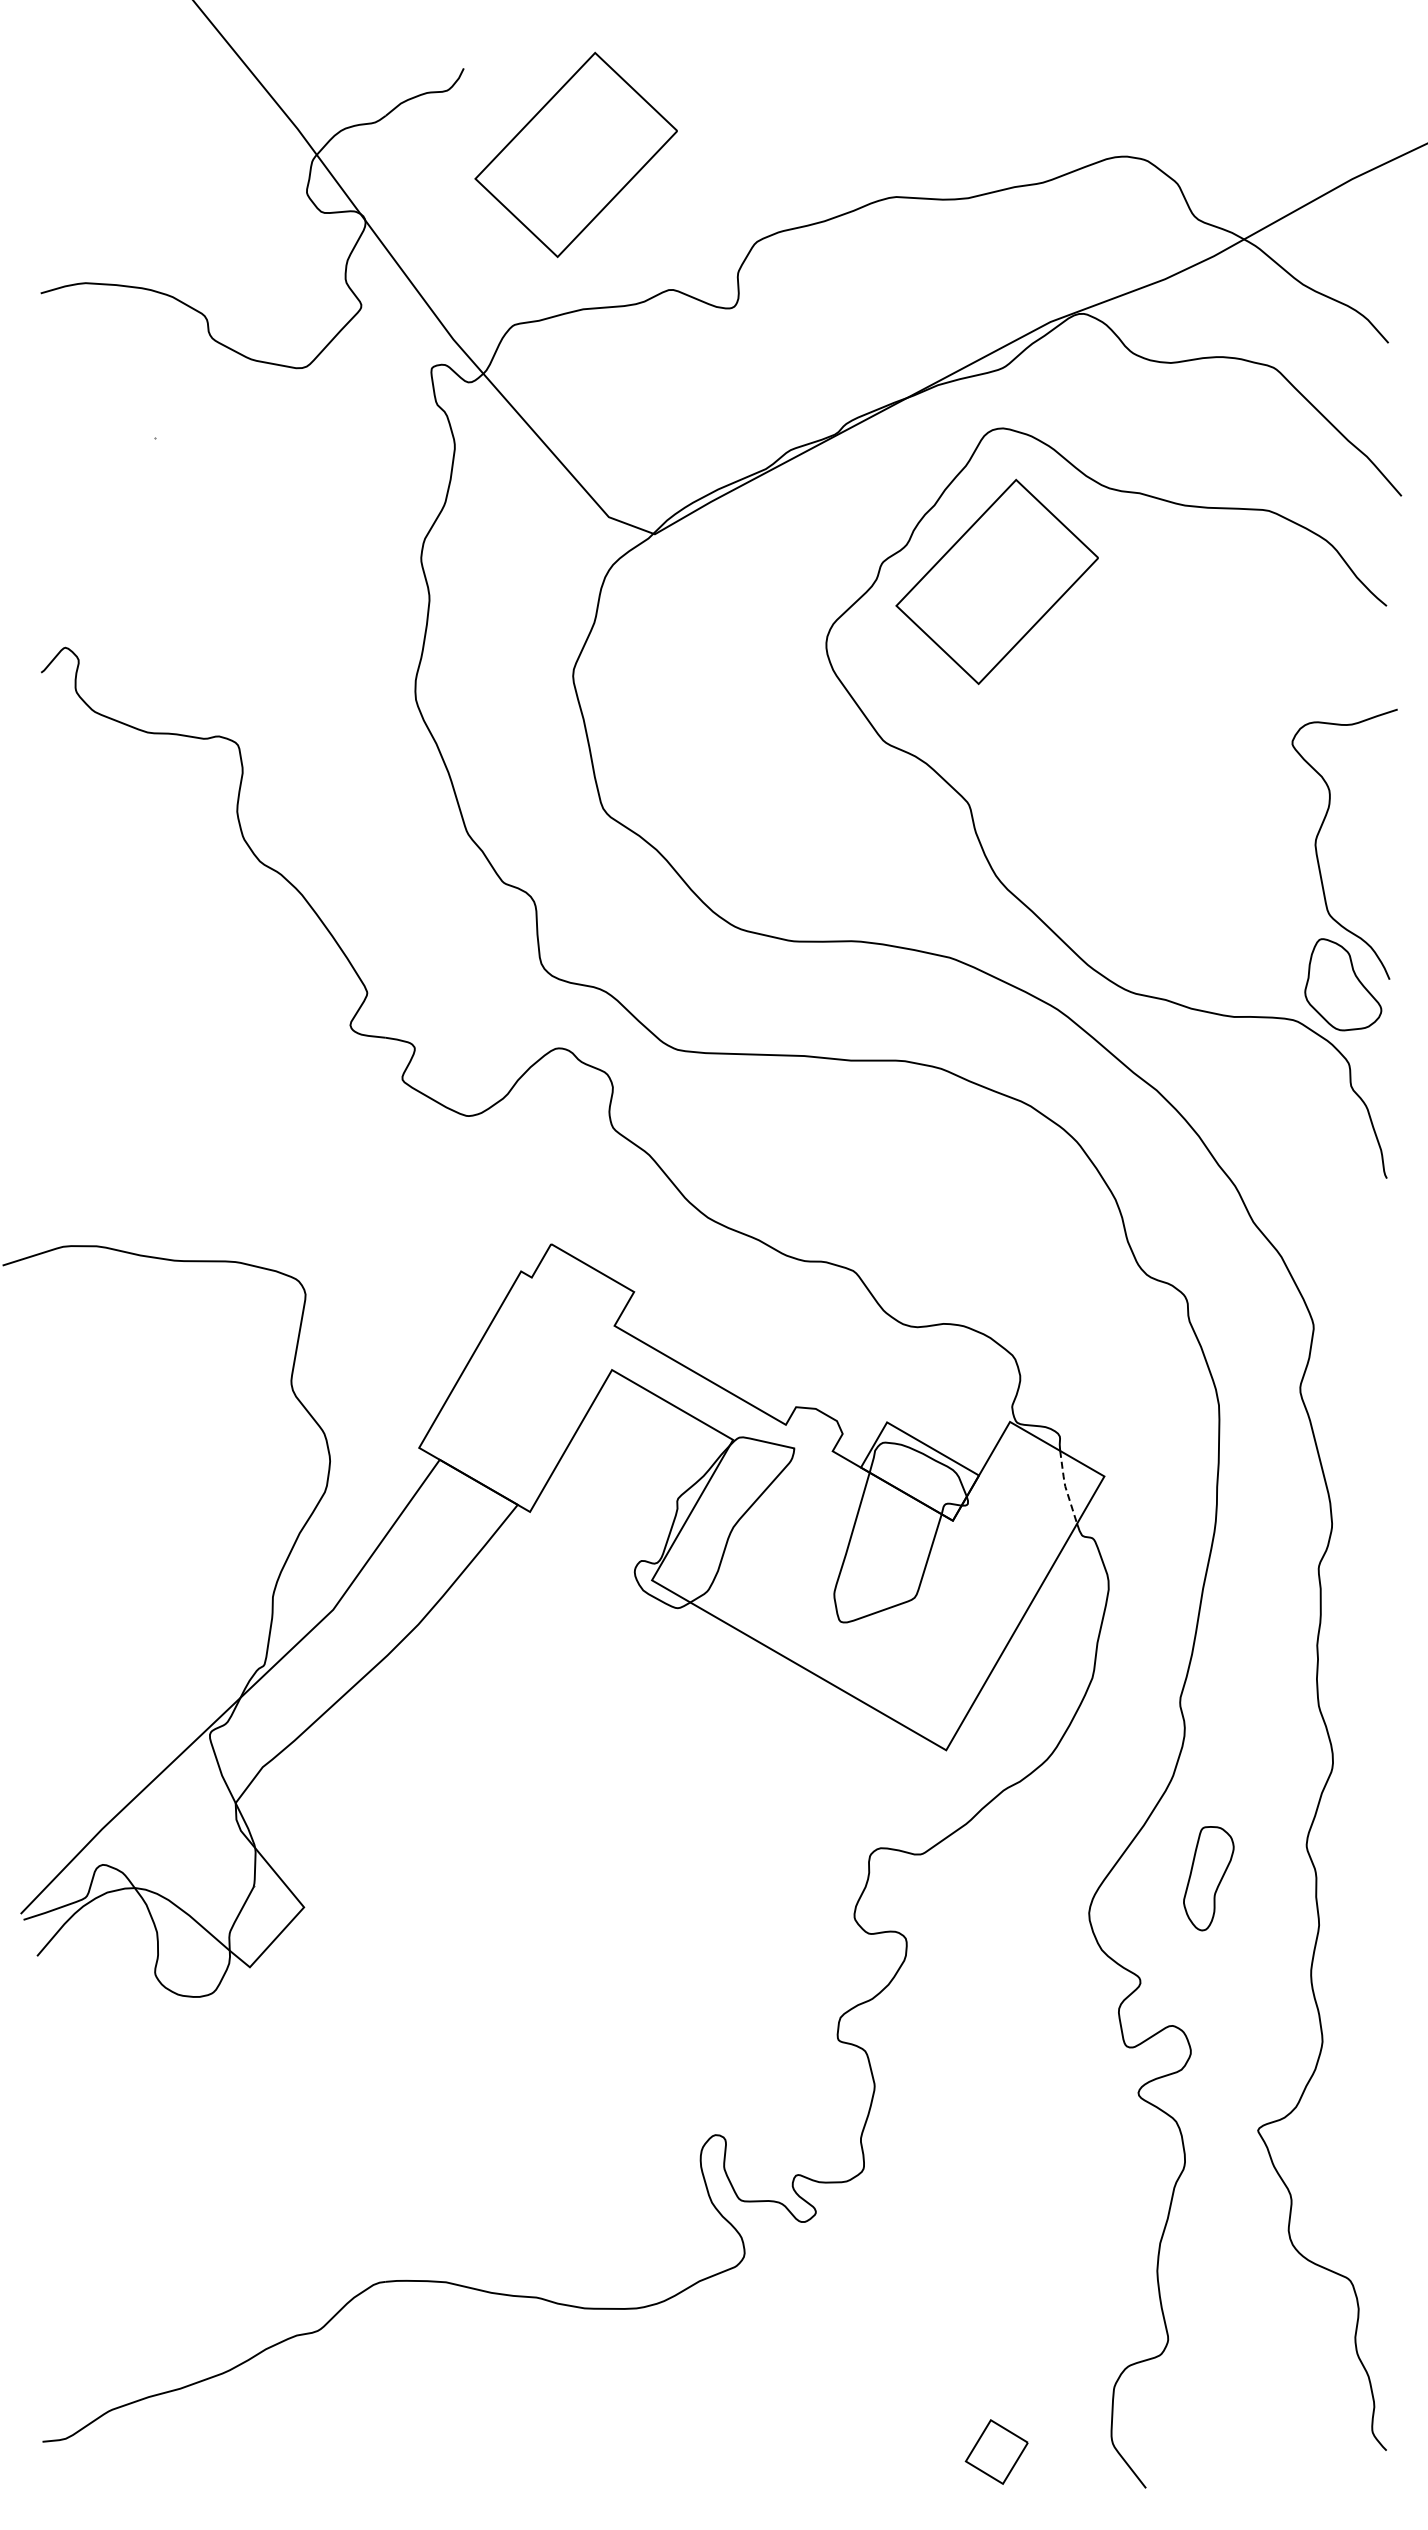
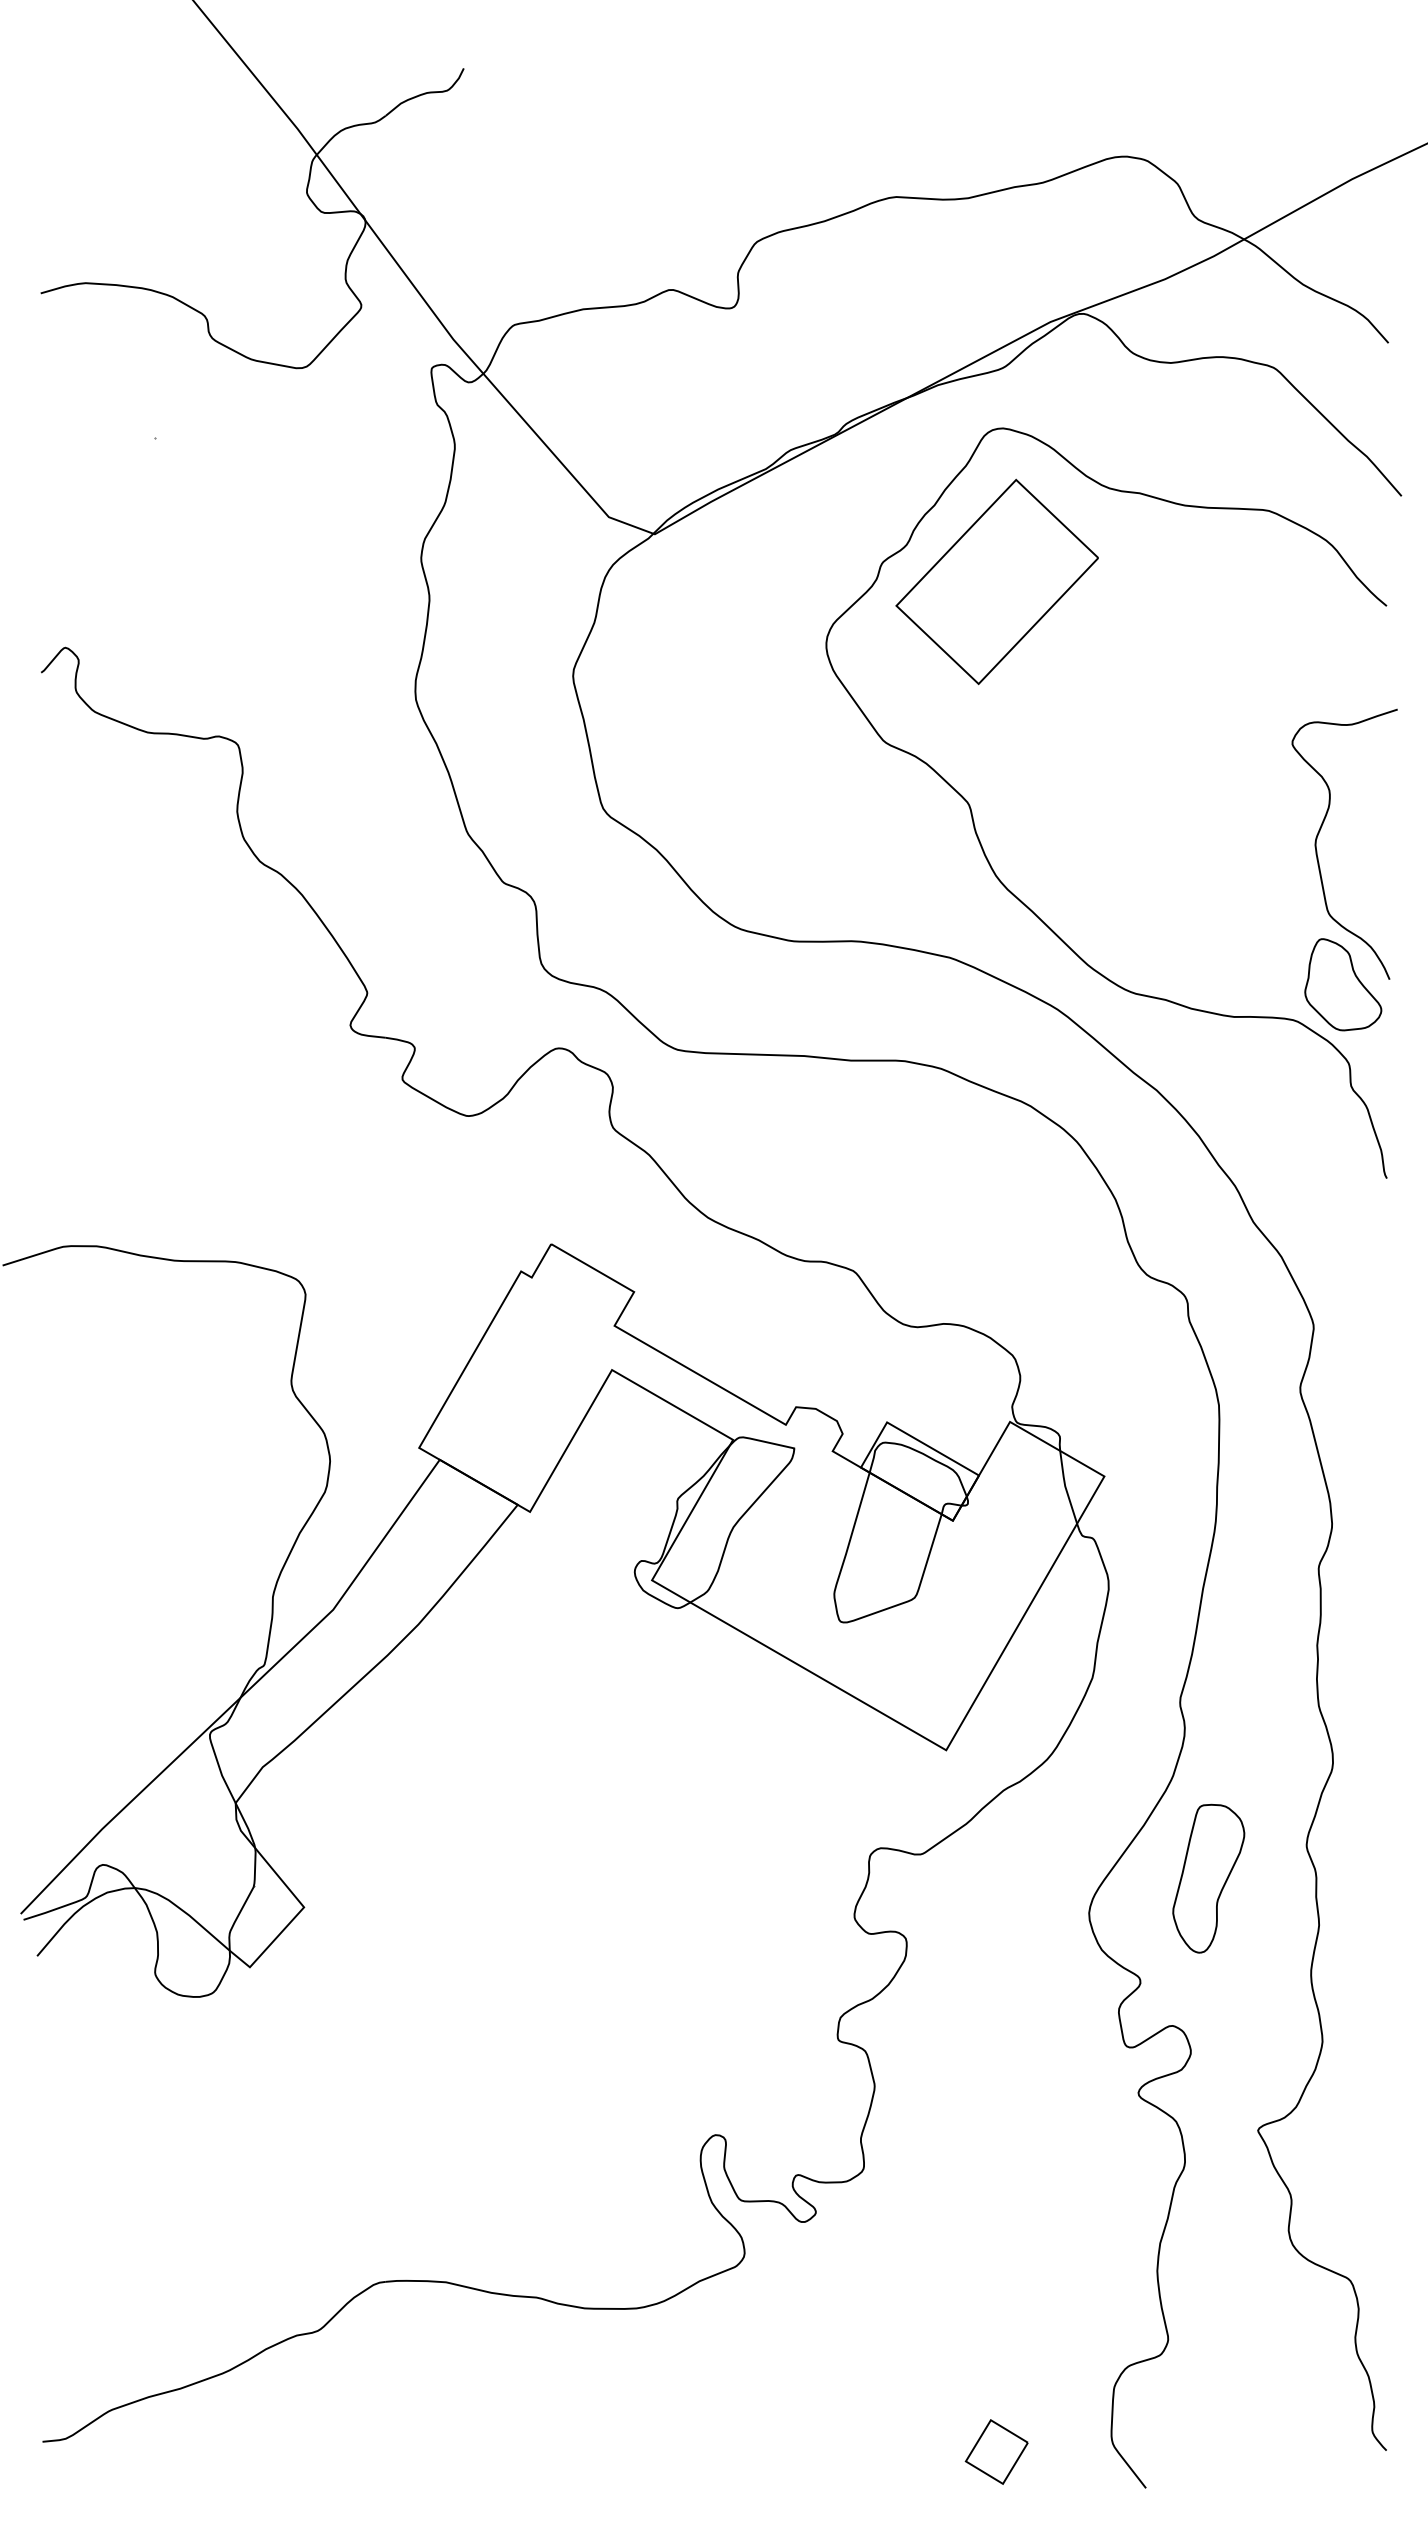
part at (575, 154): present -> none
line at (1065, 1487): dashed -> solid
part at (1208, 1878) size: 52x106 px -> 74x151 px
